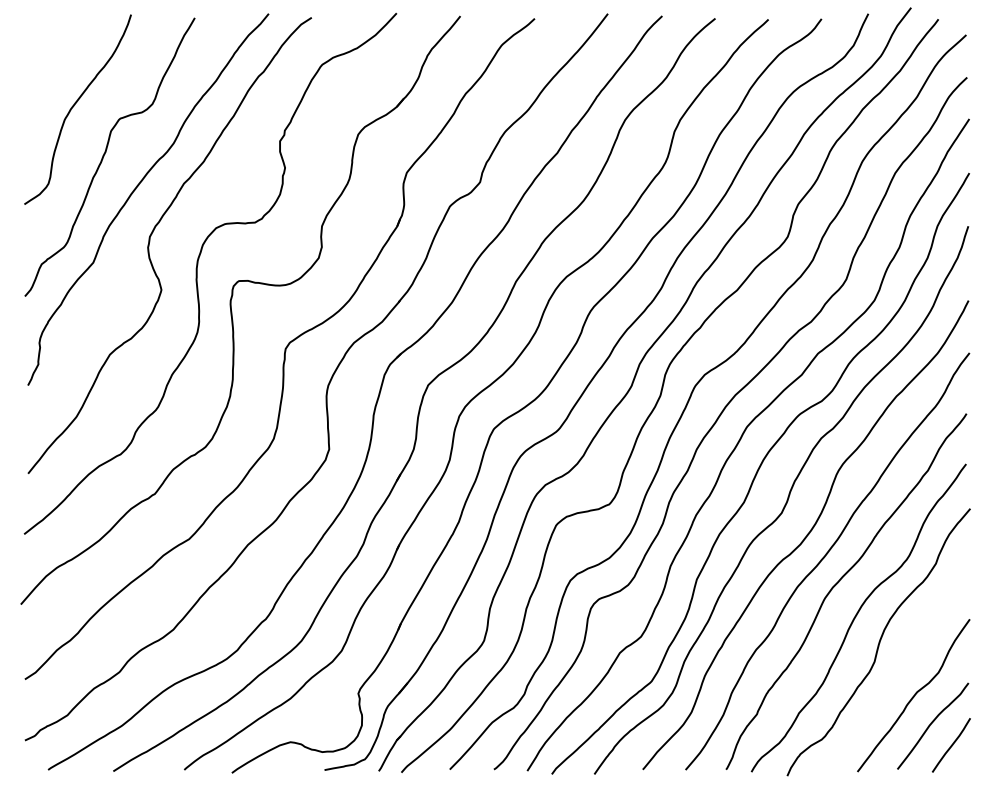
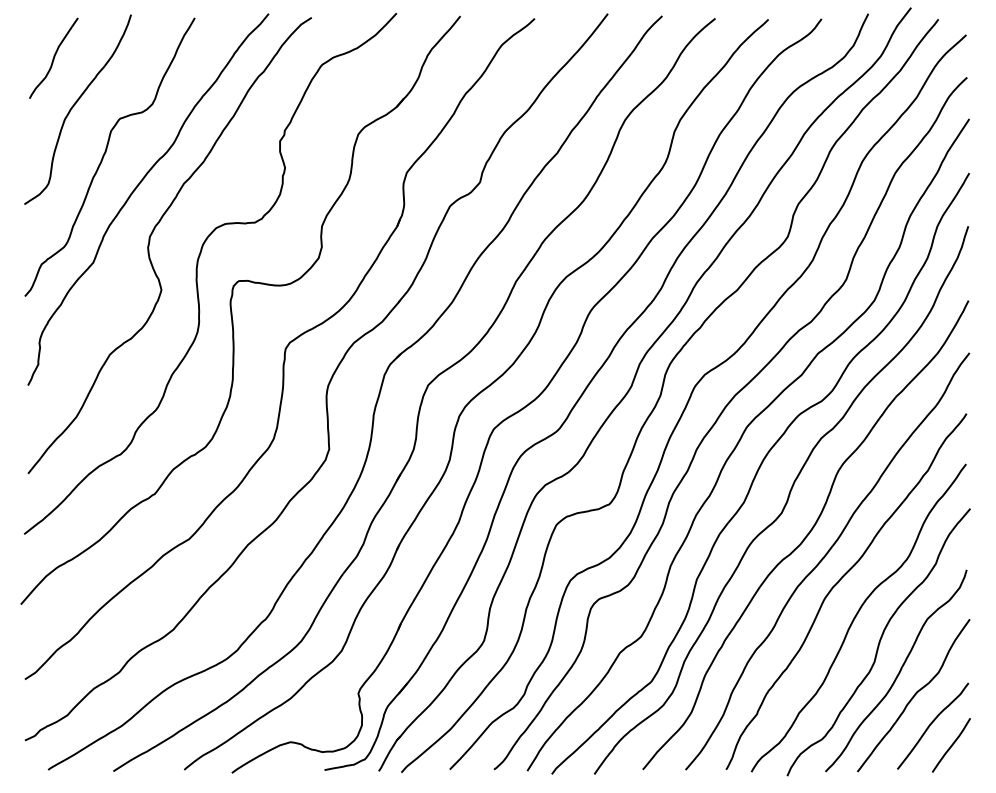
curve at (53, 57): none -> present
curve at (898, 672): none -> present
